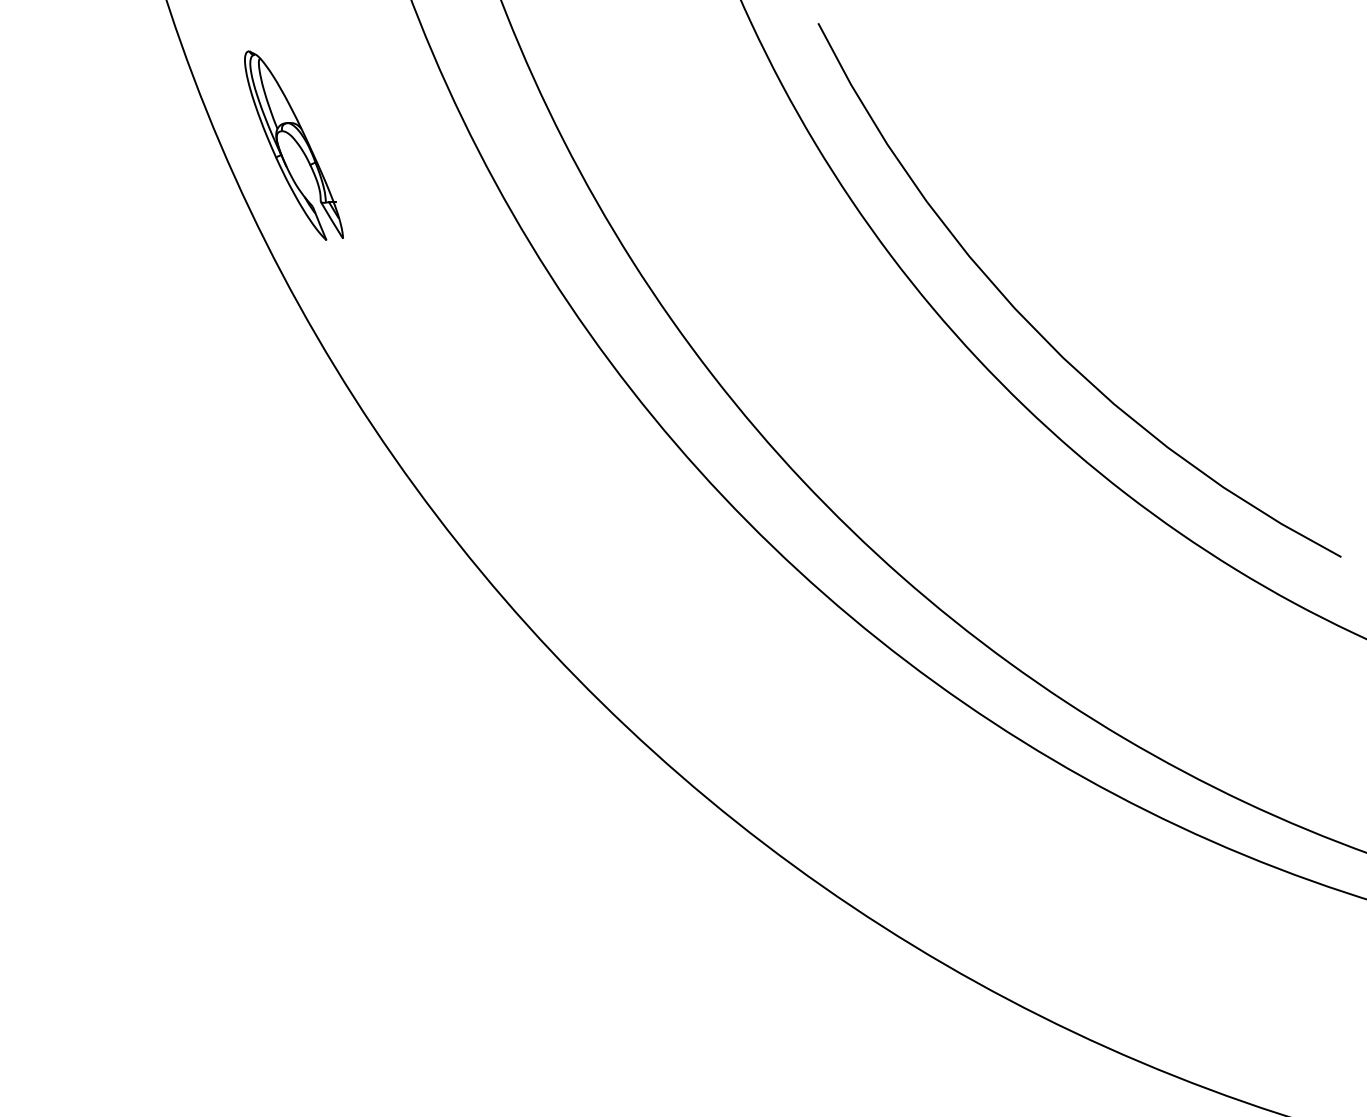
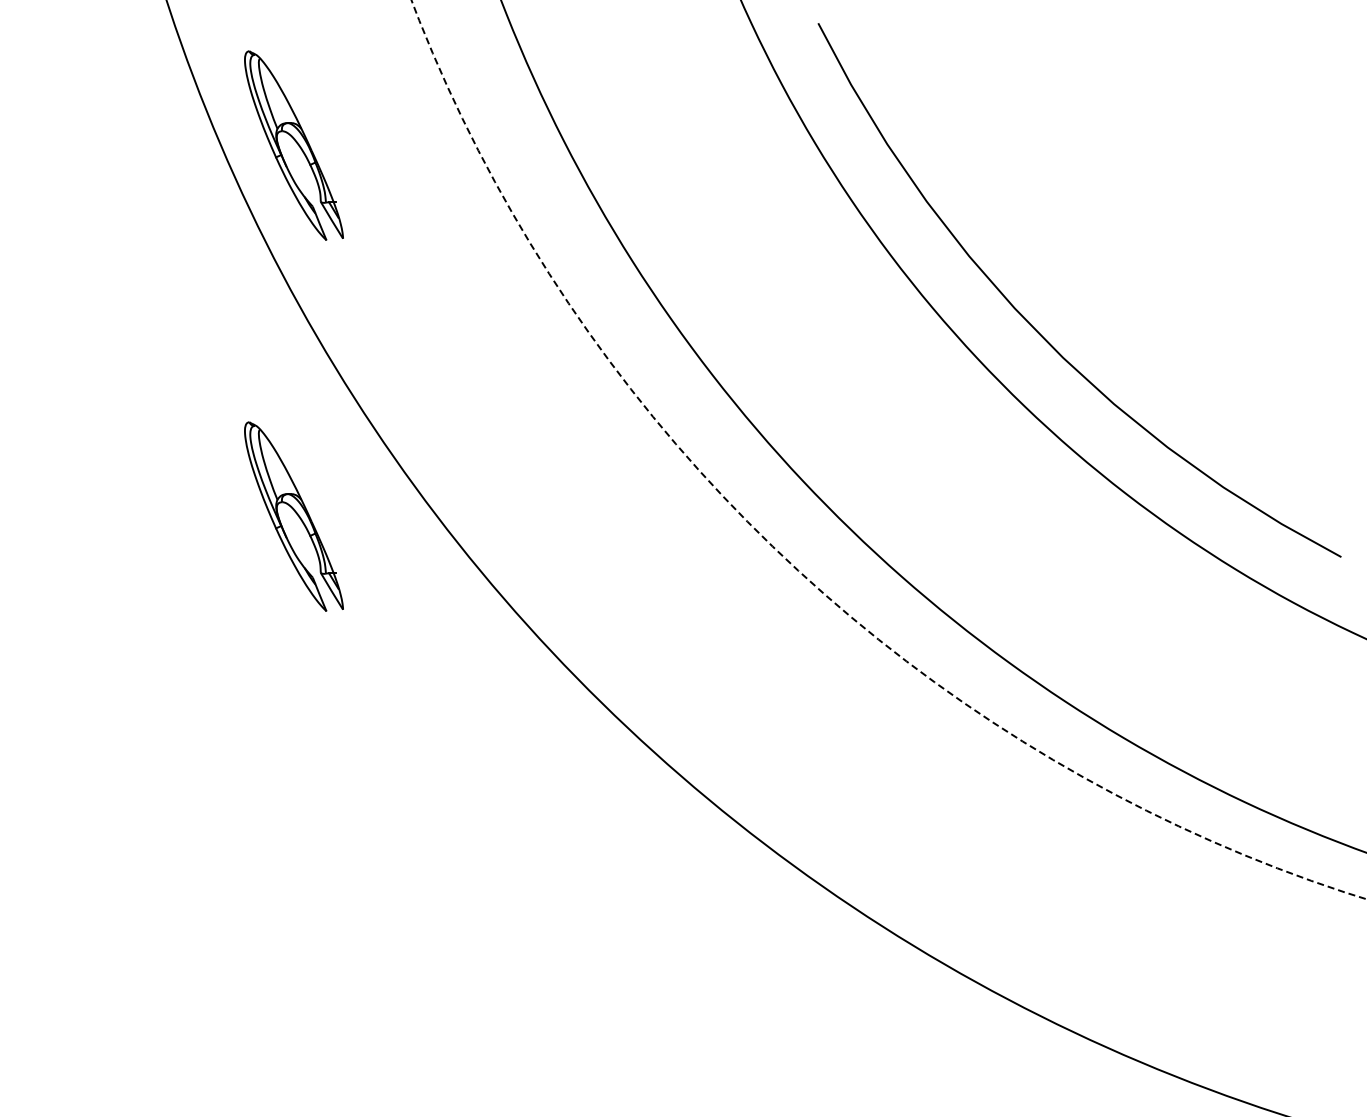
part at (293, 516): none -> present
arc at (786, 559): solid -> dashed
